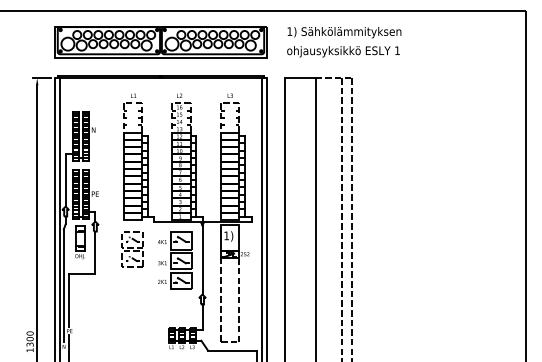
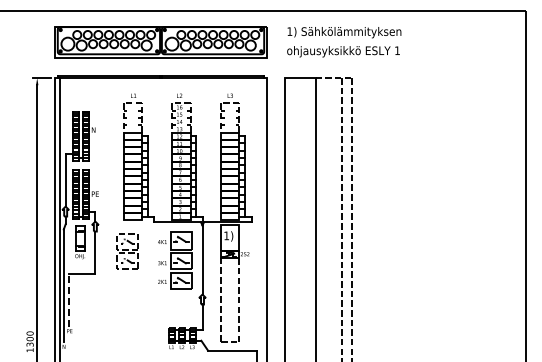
line at (261, 218): present -> none
part at (132, 249) position: (132, 249) -> (127, 251)
line at (68, 300): solid -> dashed
line at (68, 346): present -> none
